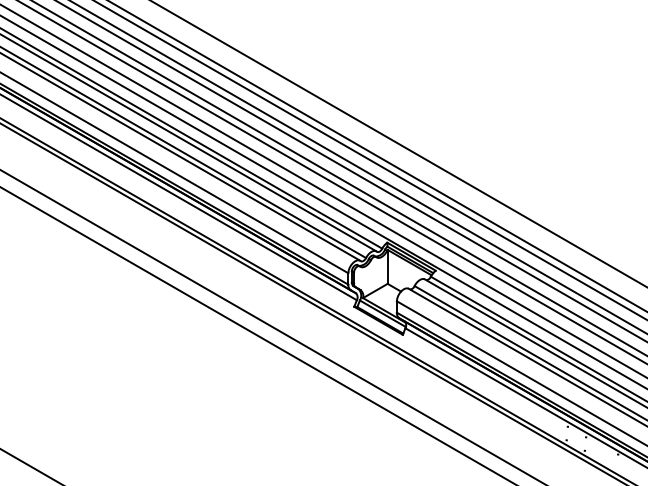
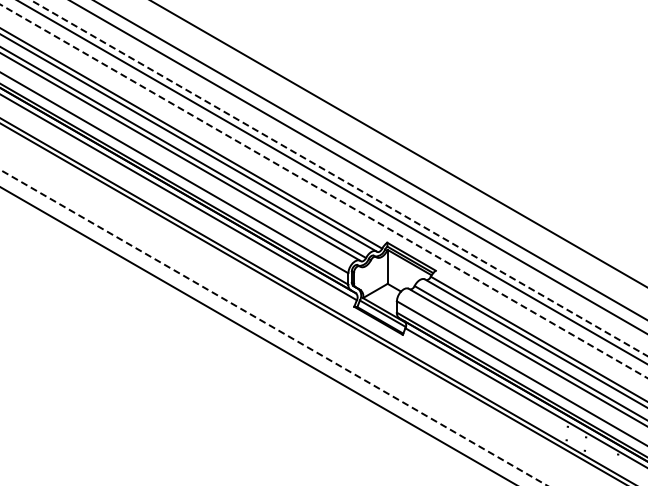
line at (377, 156): present -> none
line at (351, 171): present -> none
line at (338, 177): solid -> dashed
line at (324, 191): solid -> dashed
line at (323, 201): present -> none
line at (273, 327): solid -> dashed
line at (30, 466): present -> none
